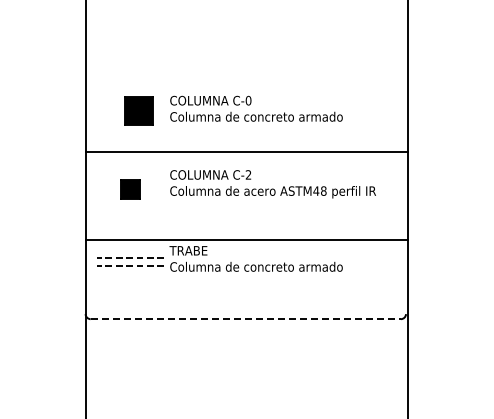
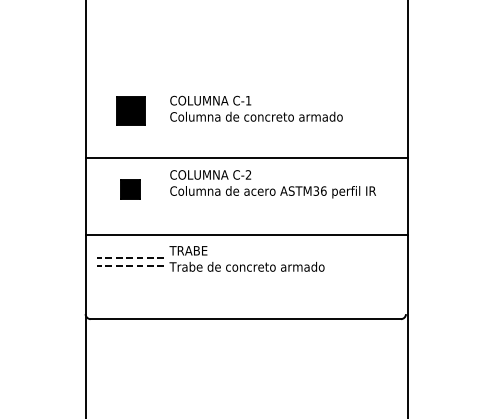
text at (248, 100): C-0 -> C-1
part at (138, 110) position: (138, 110) -> (130, 110)
line at (246, 152) position: (246, 152) -> (246, 158)
text at (319, 190): ASTM48 -> ASTM36
line at (246, 239) position: (246, 239) -> (246, 234)
text at (255, 266): Columna de concreto armado -> Trabe de concreto armado
line at (246, 319): dashed -> solid
